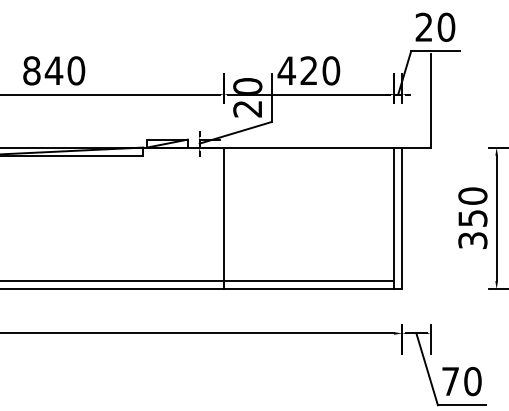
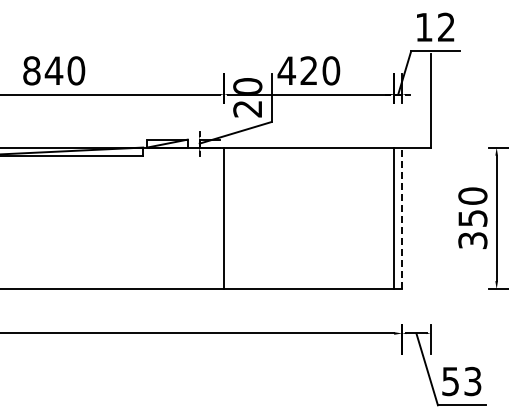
text at (435, 26): 20 -> 12
line at (402, 218): solid -> dashed
line at (198, 281): present -> none
text at (461, 381): 70 -> 53
